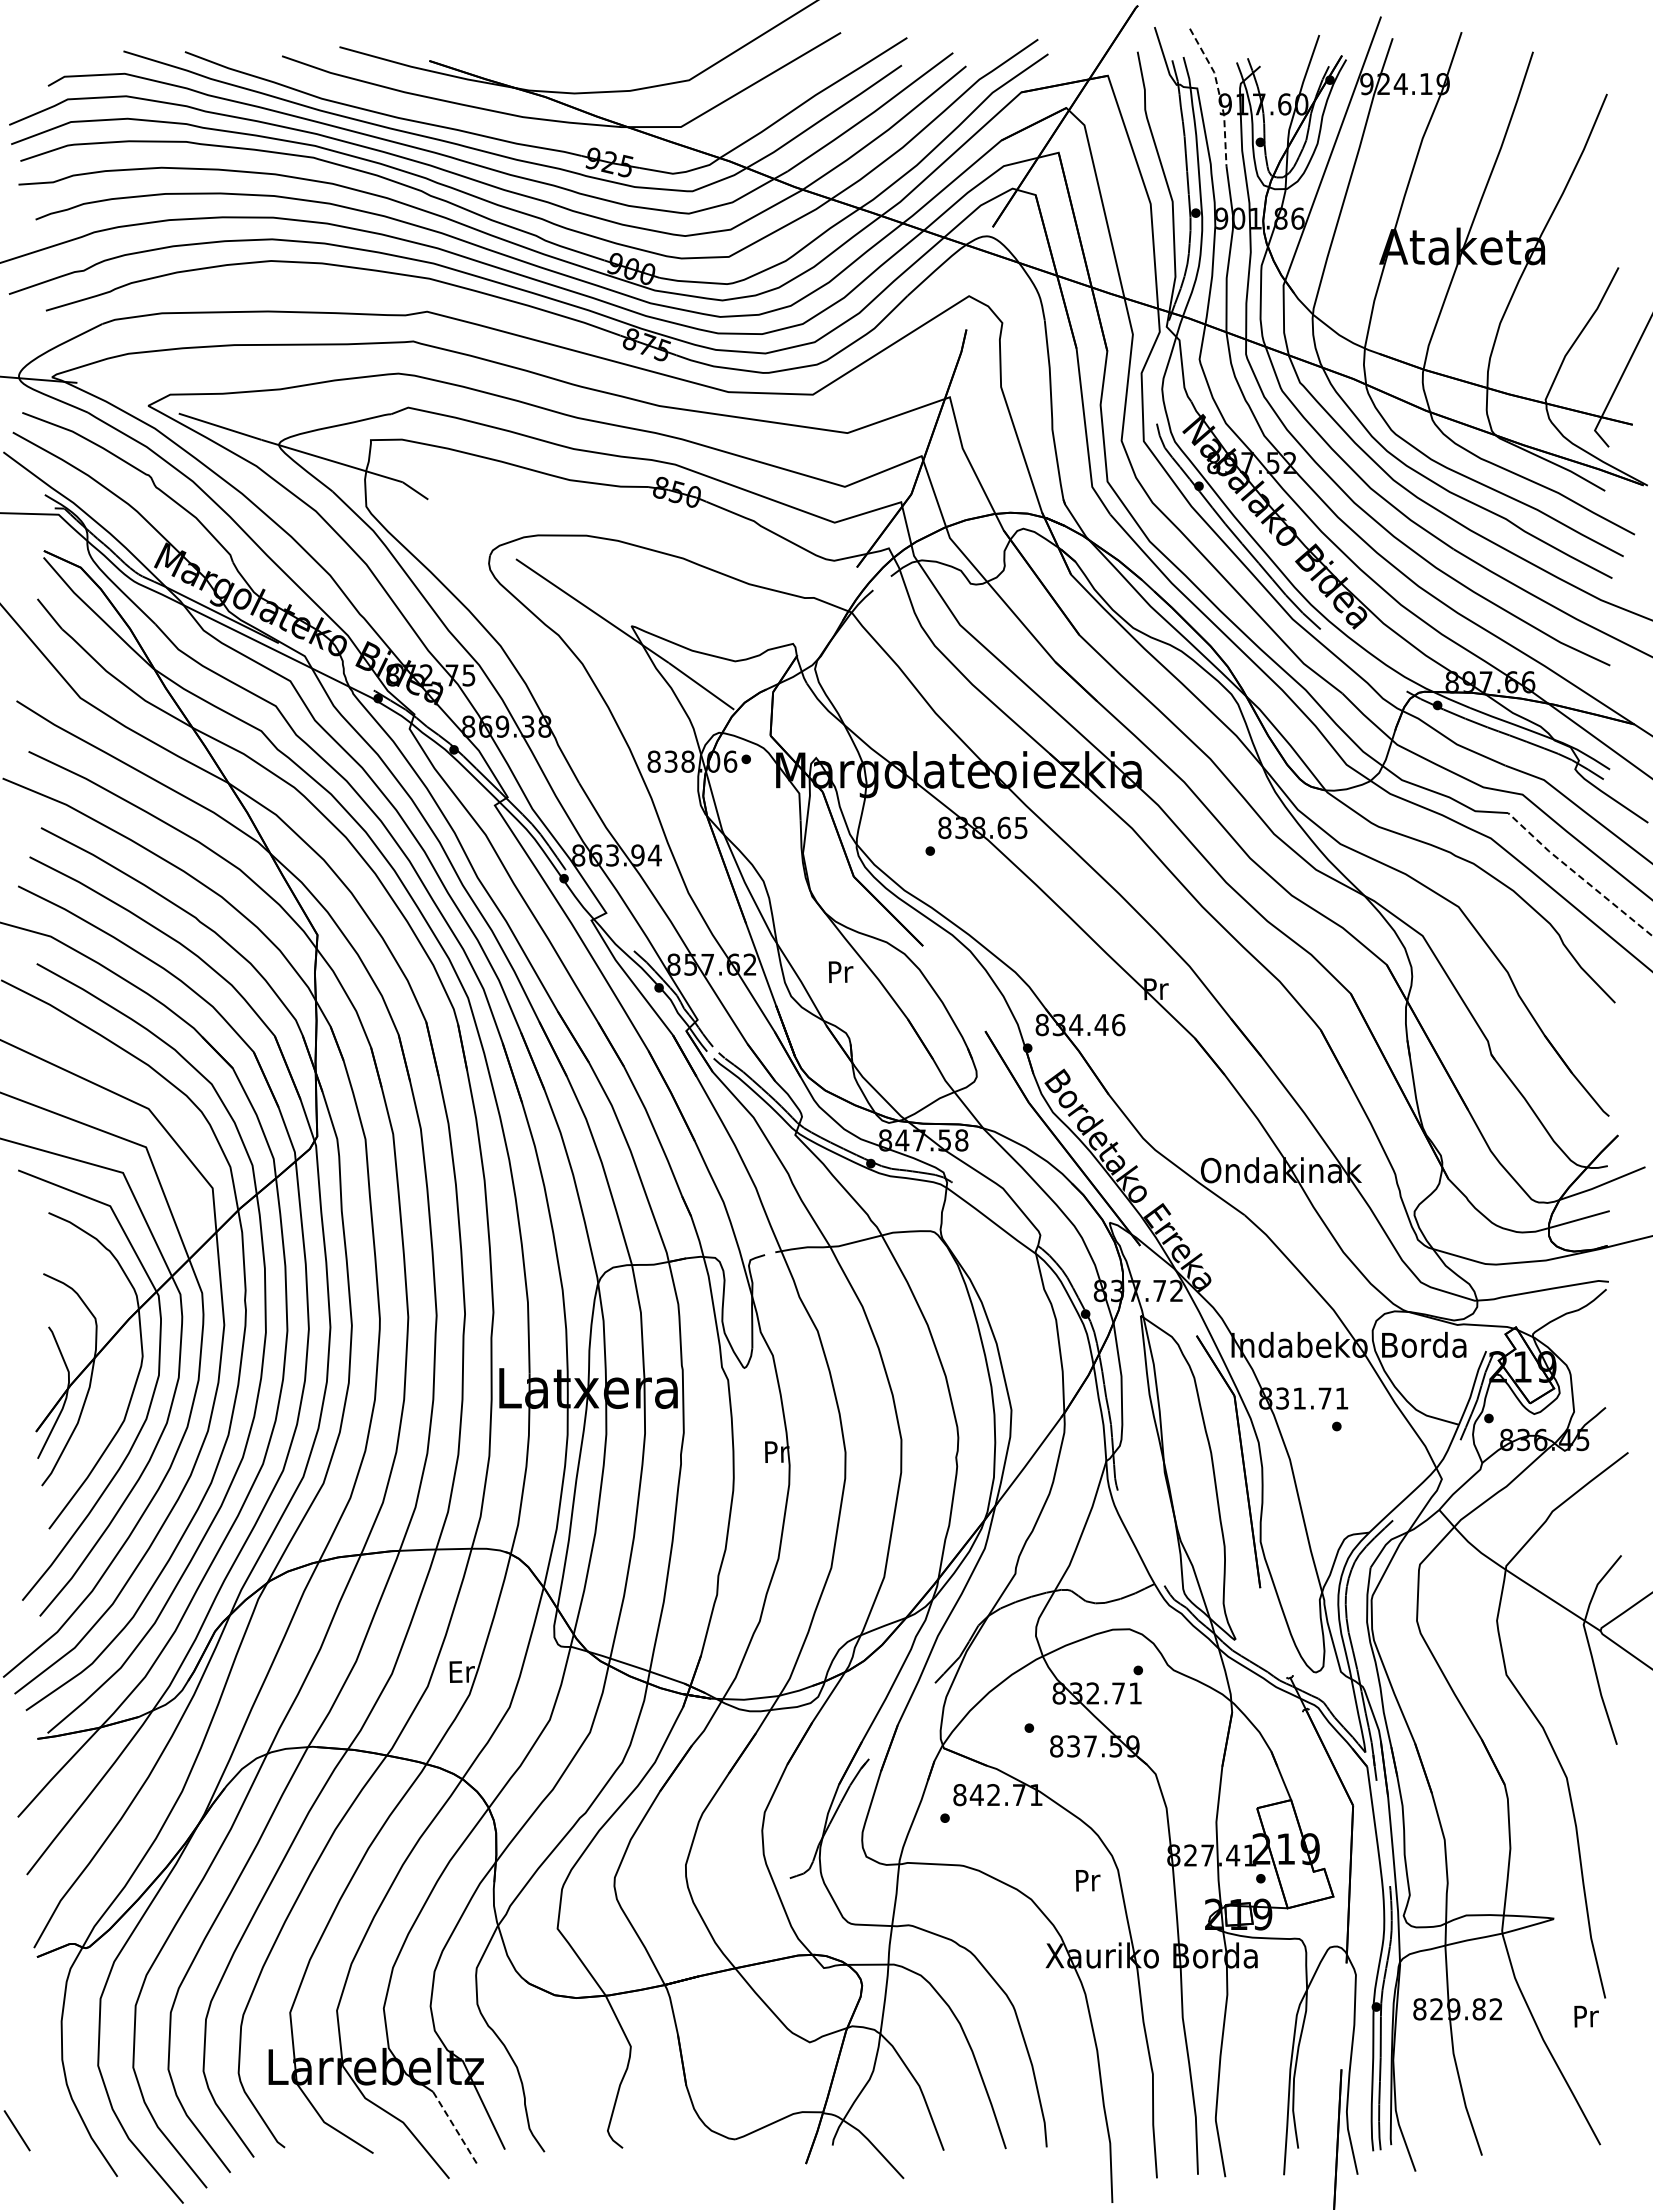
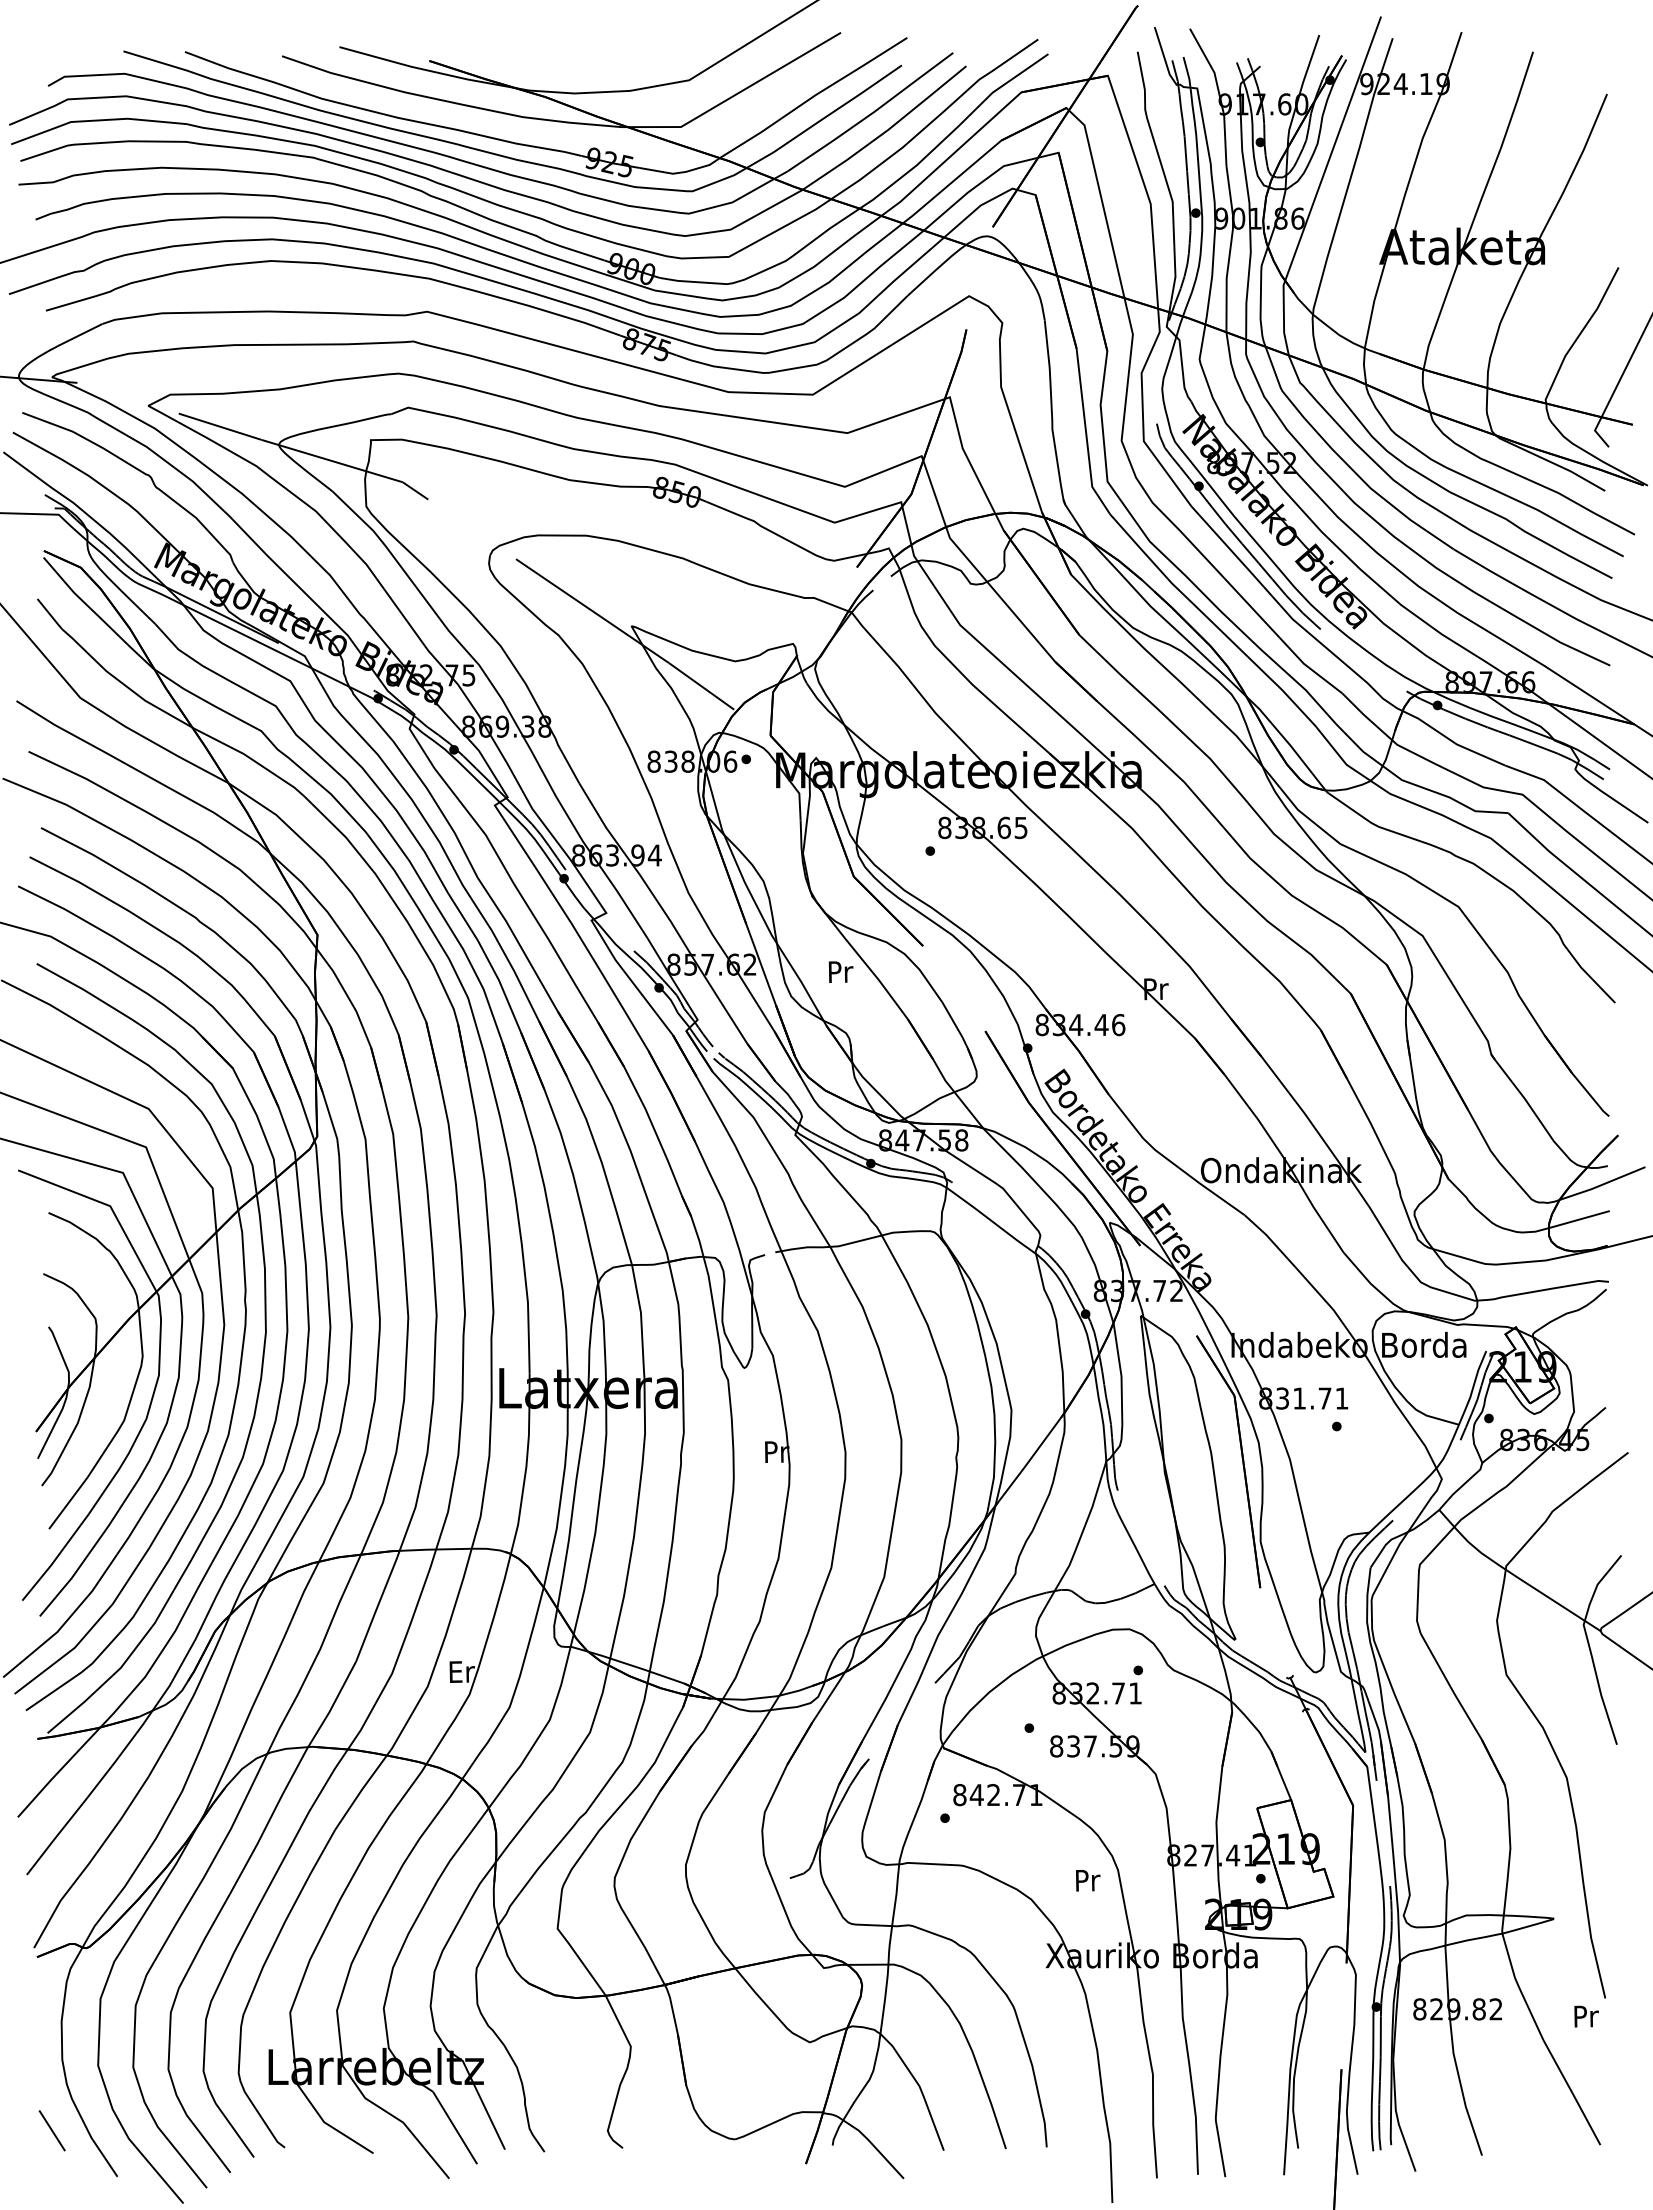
line at (1219, 94): dashed -> solid
line at (1579, 875): dashed -> solid
line at (455, 2128): dashed -> solid
line at (16, 2130) position: (16, 2130) -> (51, 2130)
